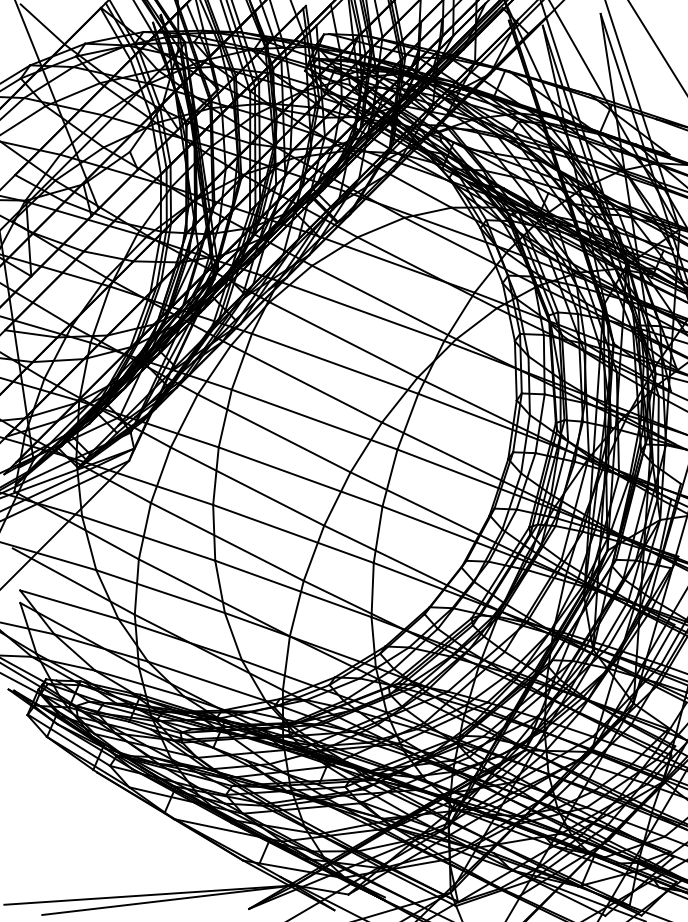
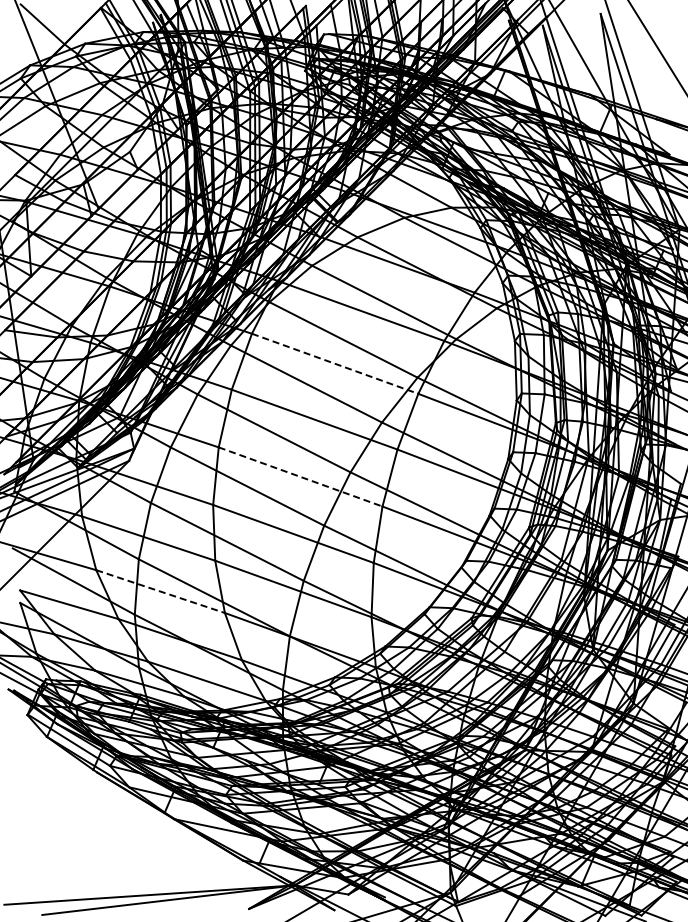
line at (335, 363): solid -> dashed
line at (301, 477): solid -> dashed
line at (160, 591): solid -> dashed
